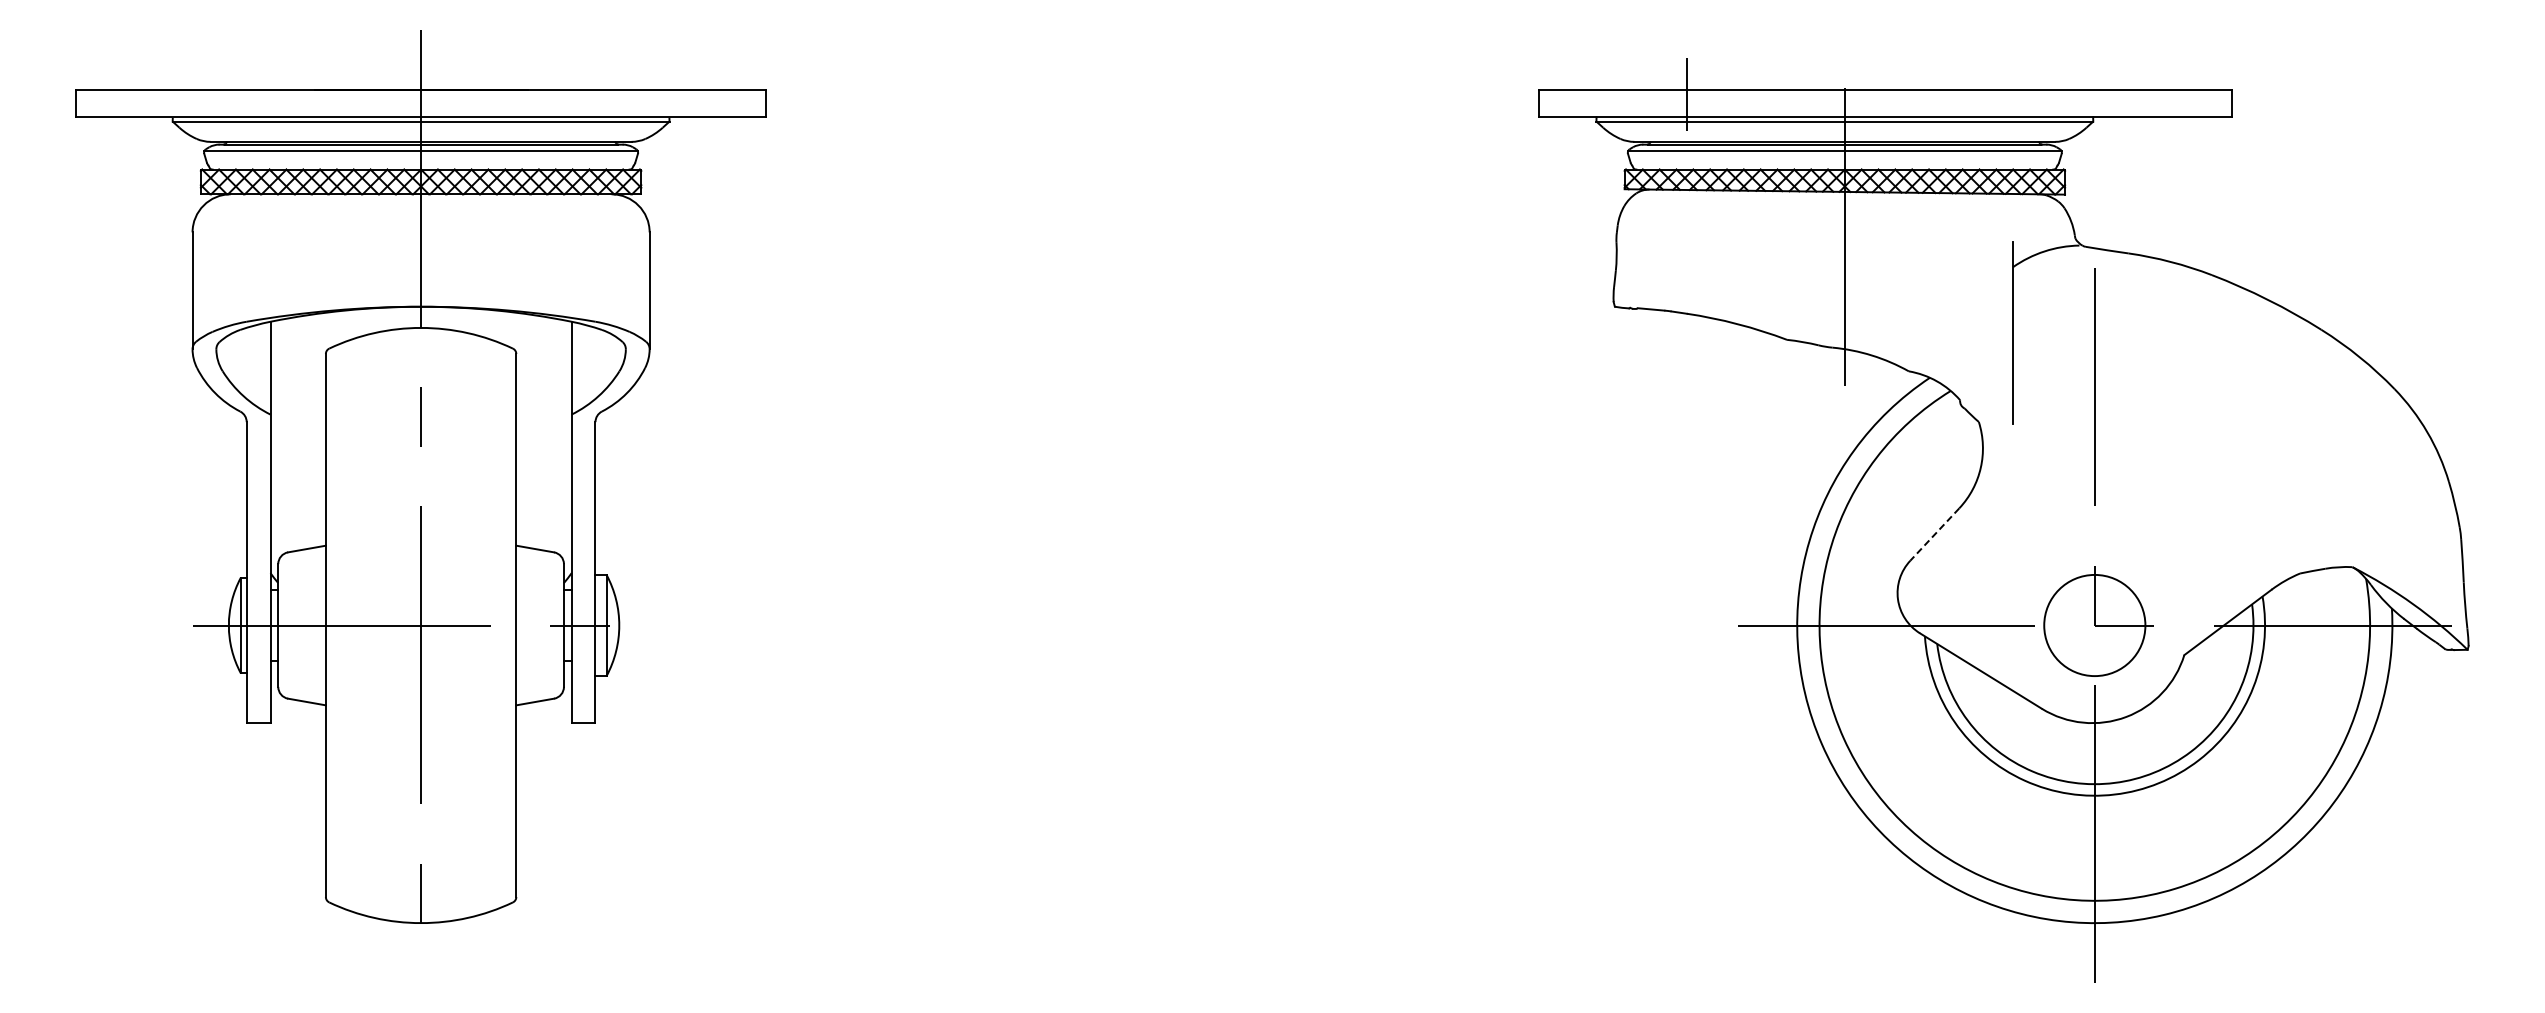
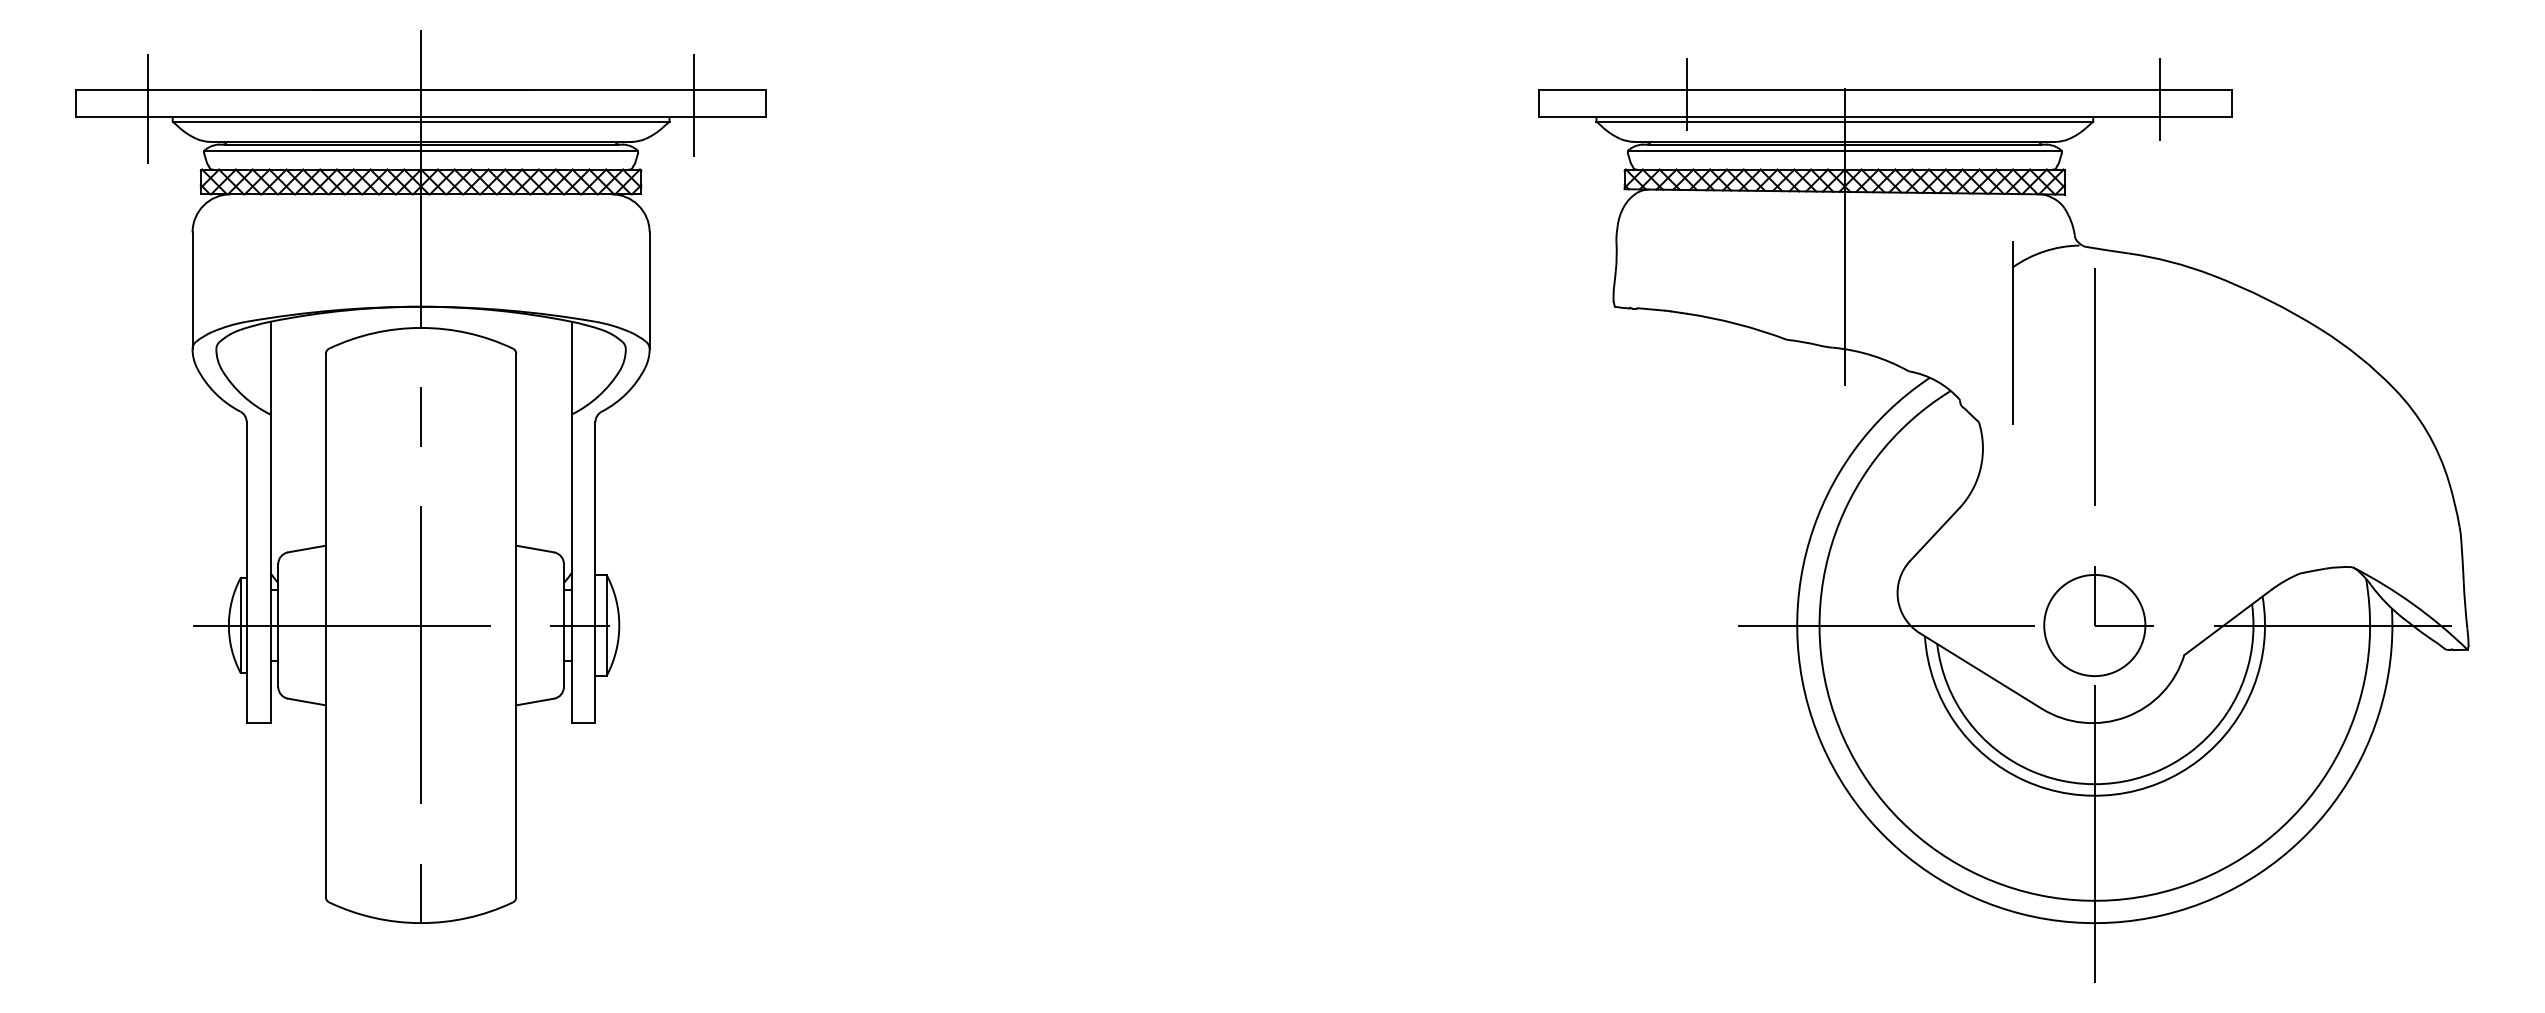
line at (2160, 99): none -> present
line at (694, 105): none -> present
line at (147, 109): none -> present
line at (1934, 534): dashed -> solid
